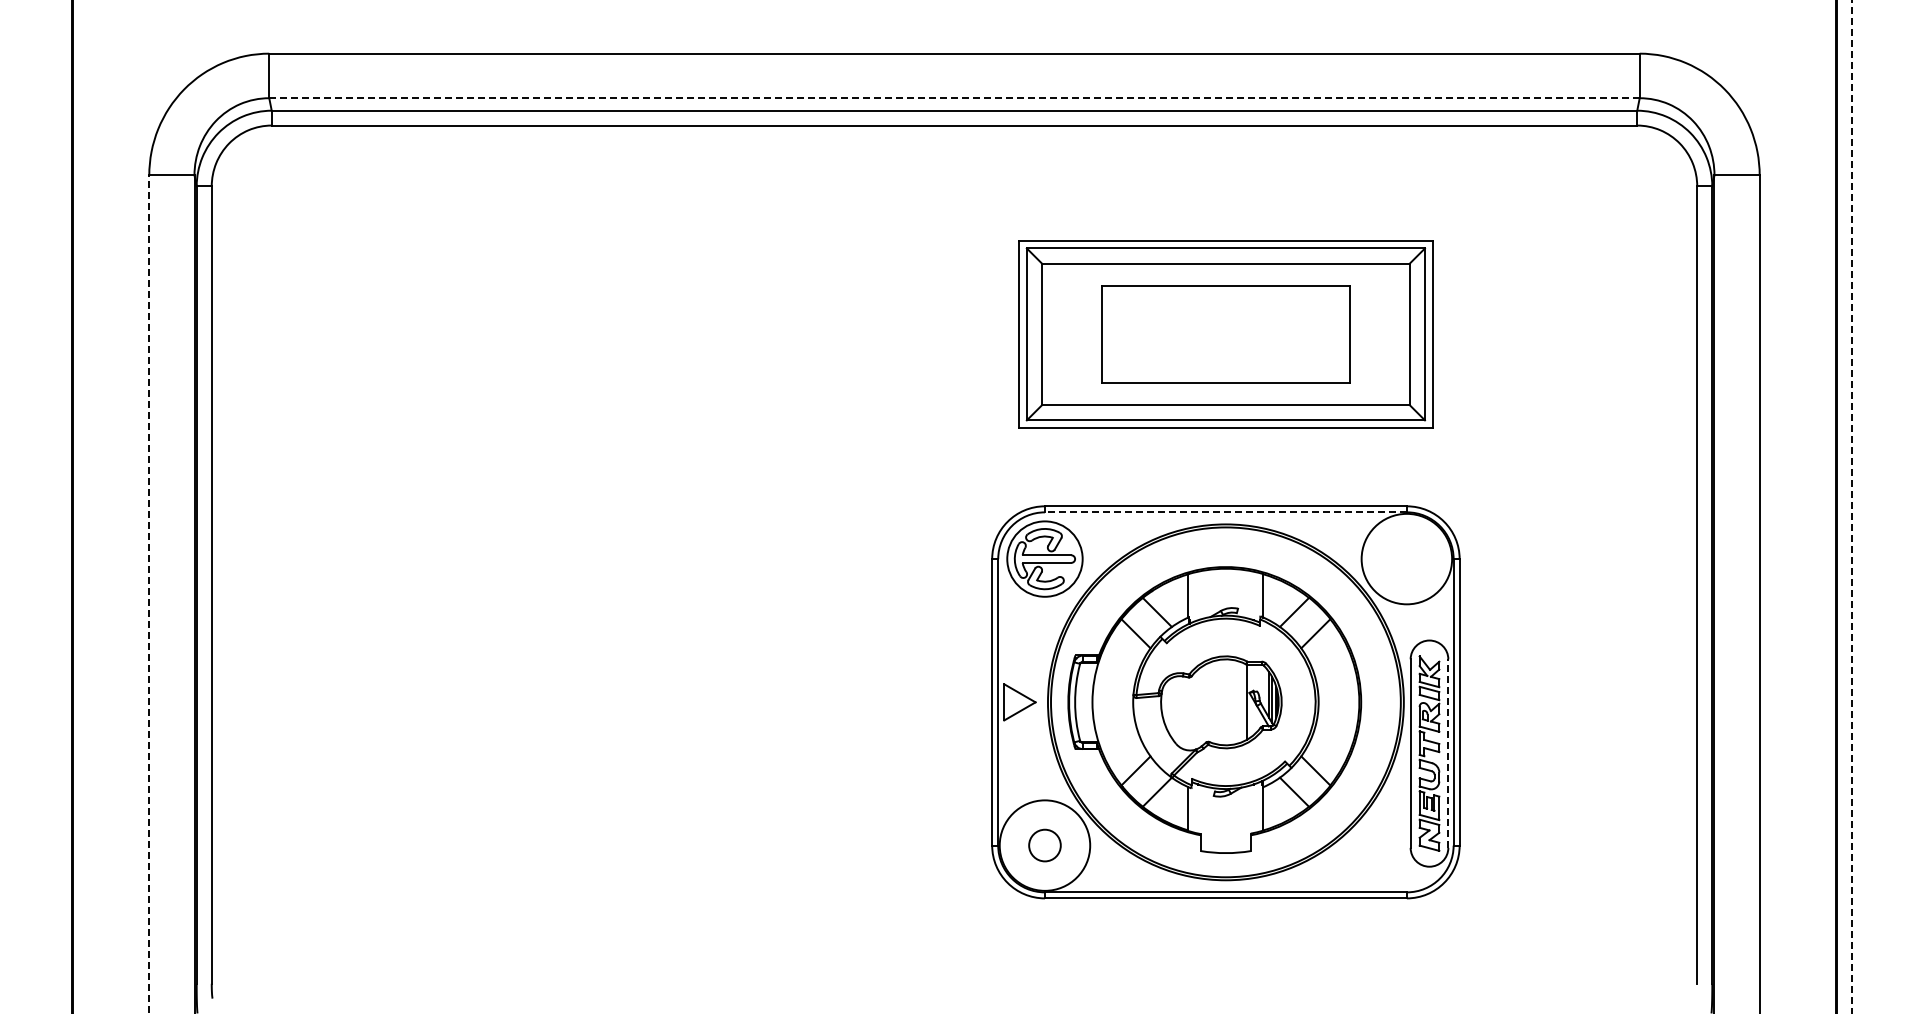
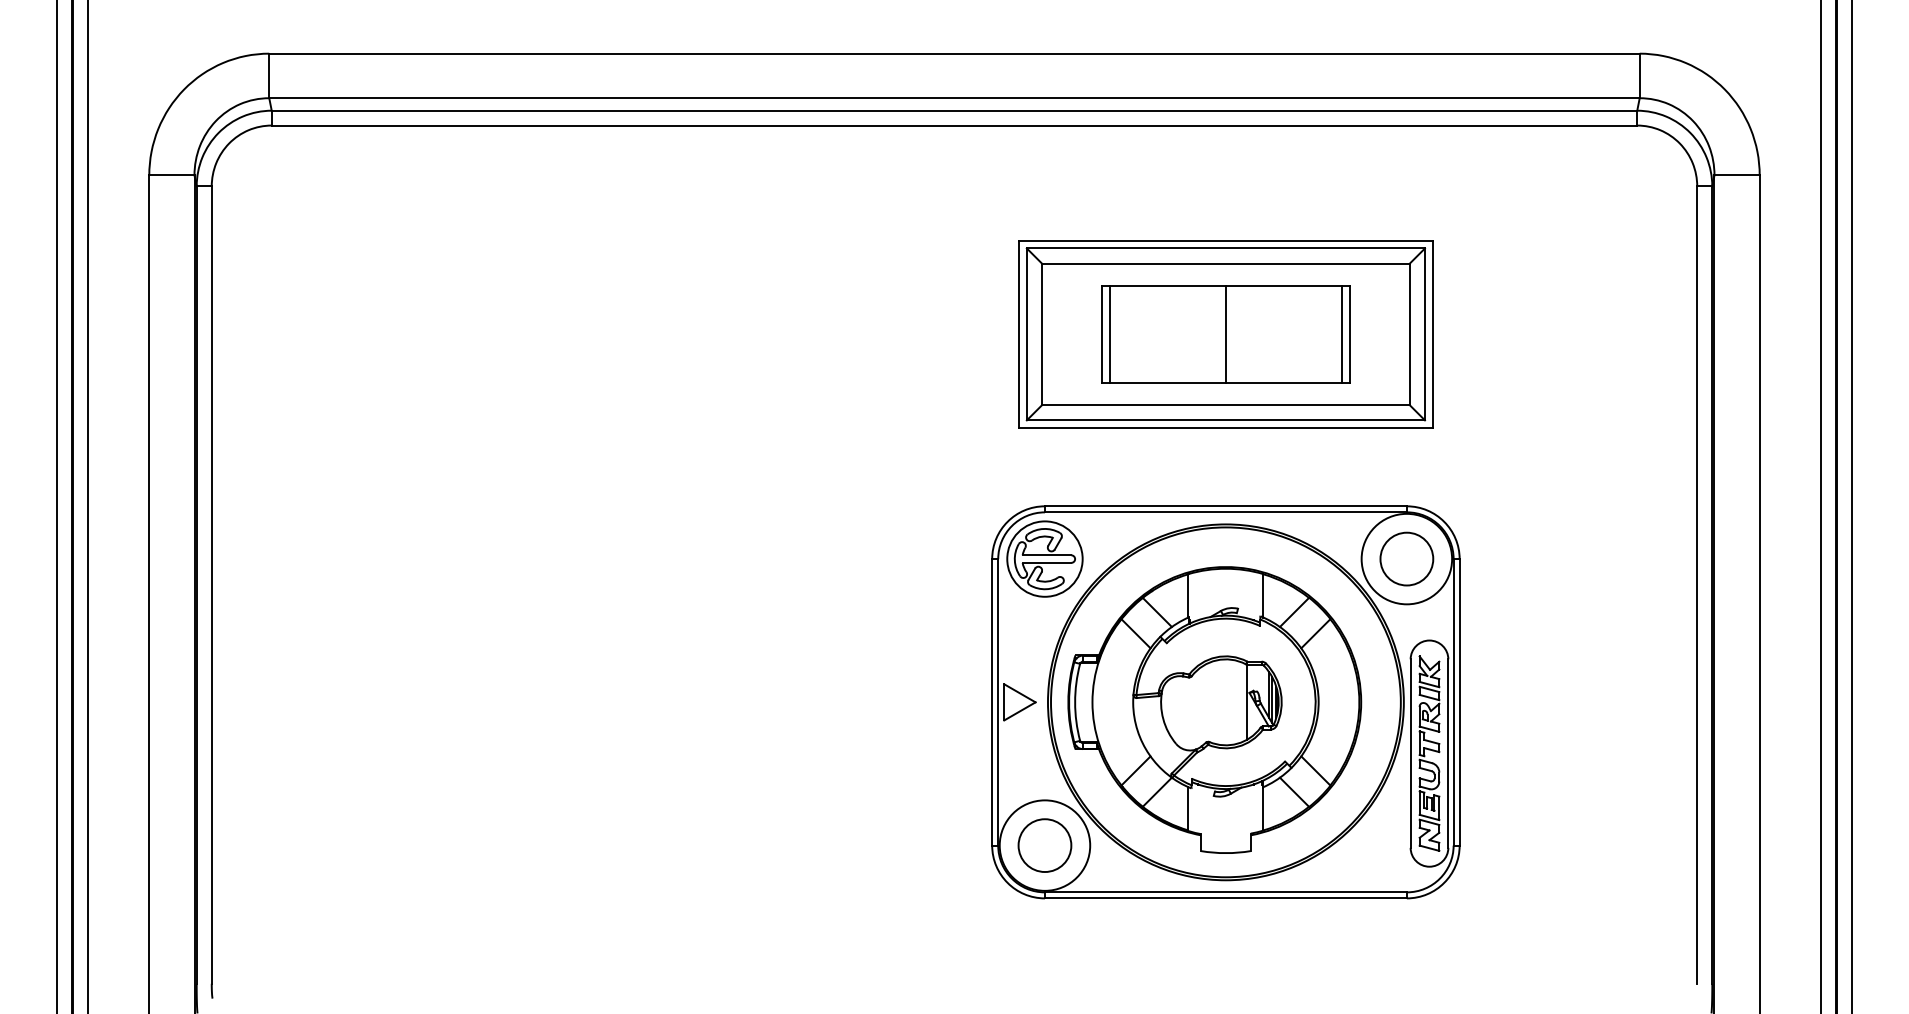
line at (954, 98): dashed -> solid
line at (1109, 334): none -> present
line at (1225, 334): none -> present
line at (1342, 334): none -> present
line at (57, 506): none -> present
line at (88, 506): none -> present
line at (1820, 506): none -> present
line at (1851, 506): dashed -> solid
line at (1225, 512): dashed -> solid
circle at (1406, 558): none -> present
line at (149, 594): dashed -> solid
line at (1448, 753): dashed -> solid
circle at (1044, 845) size: 34x35 px -> 56x55 px
